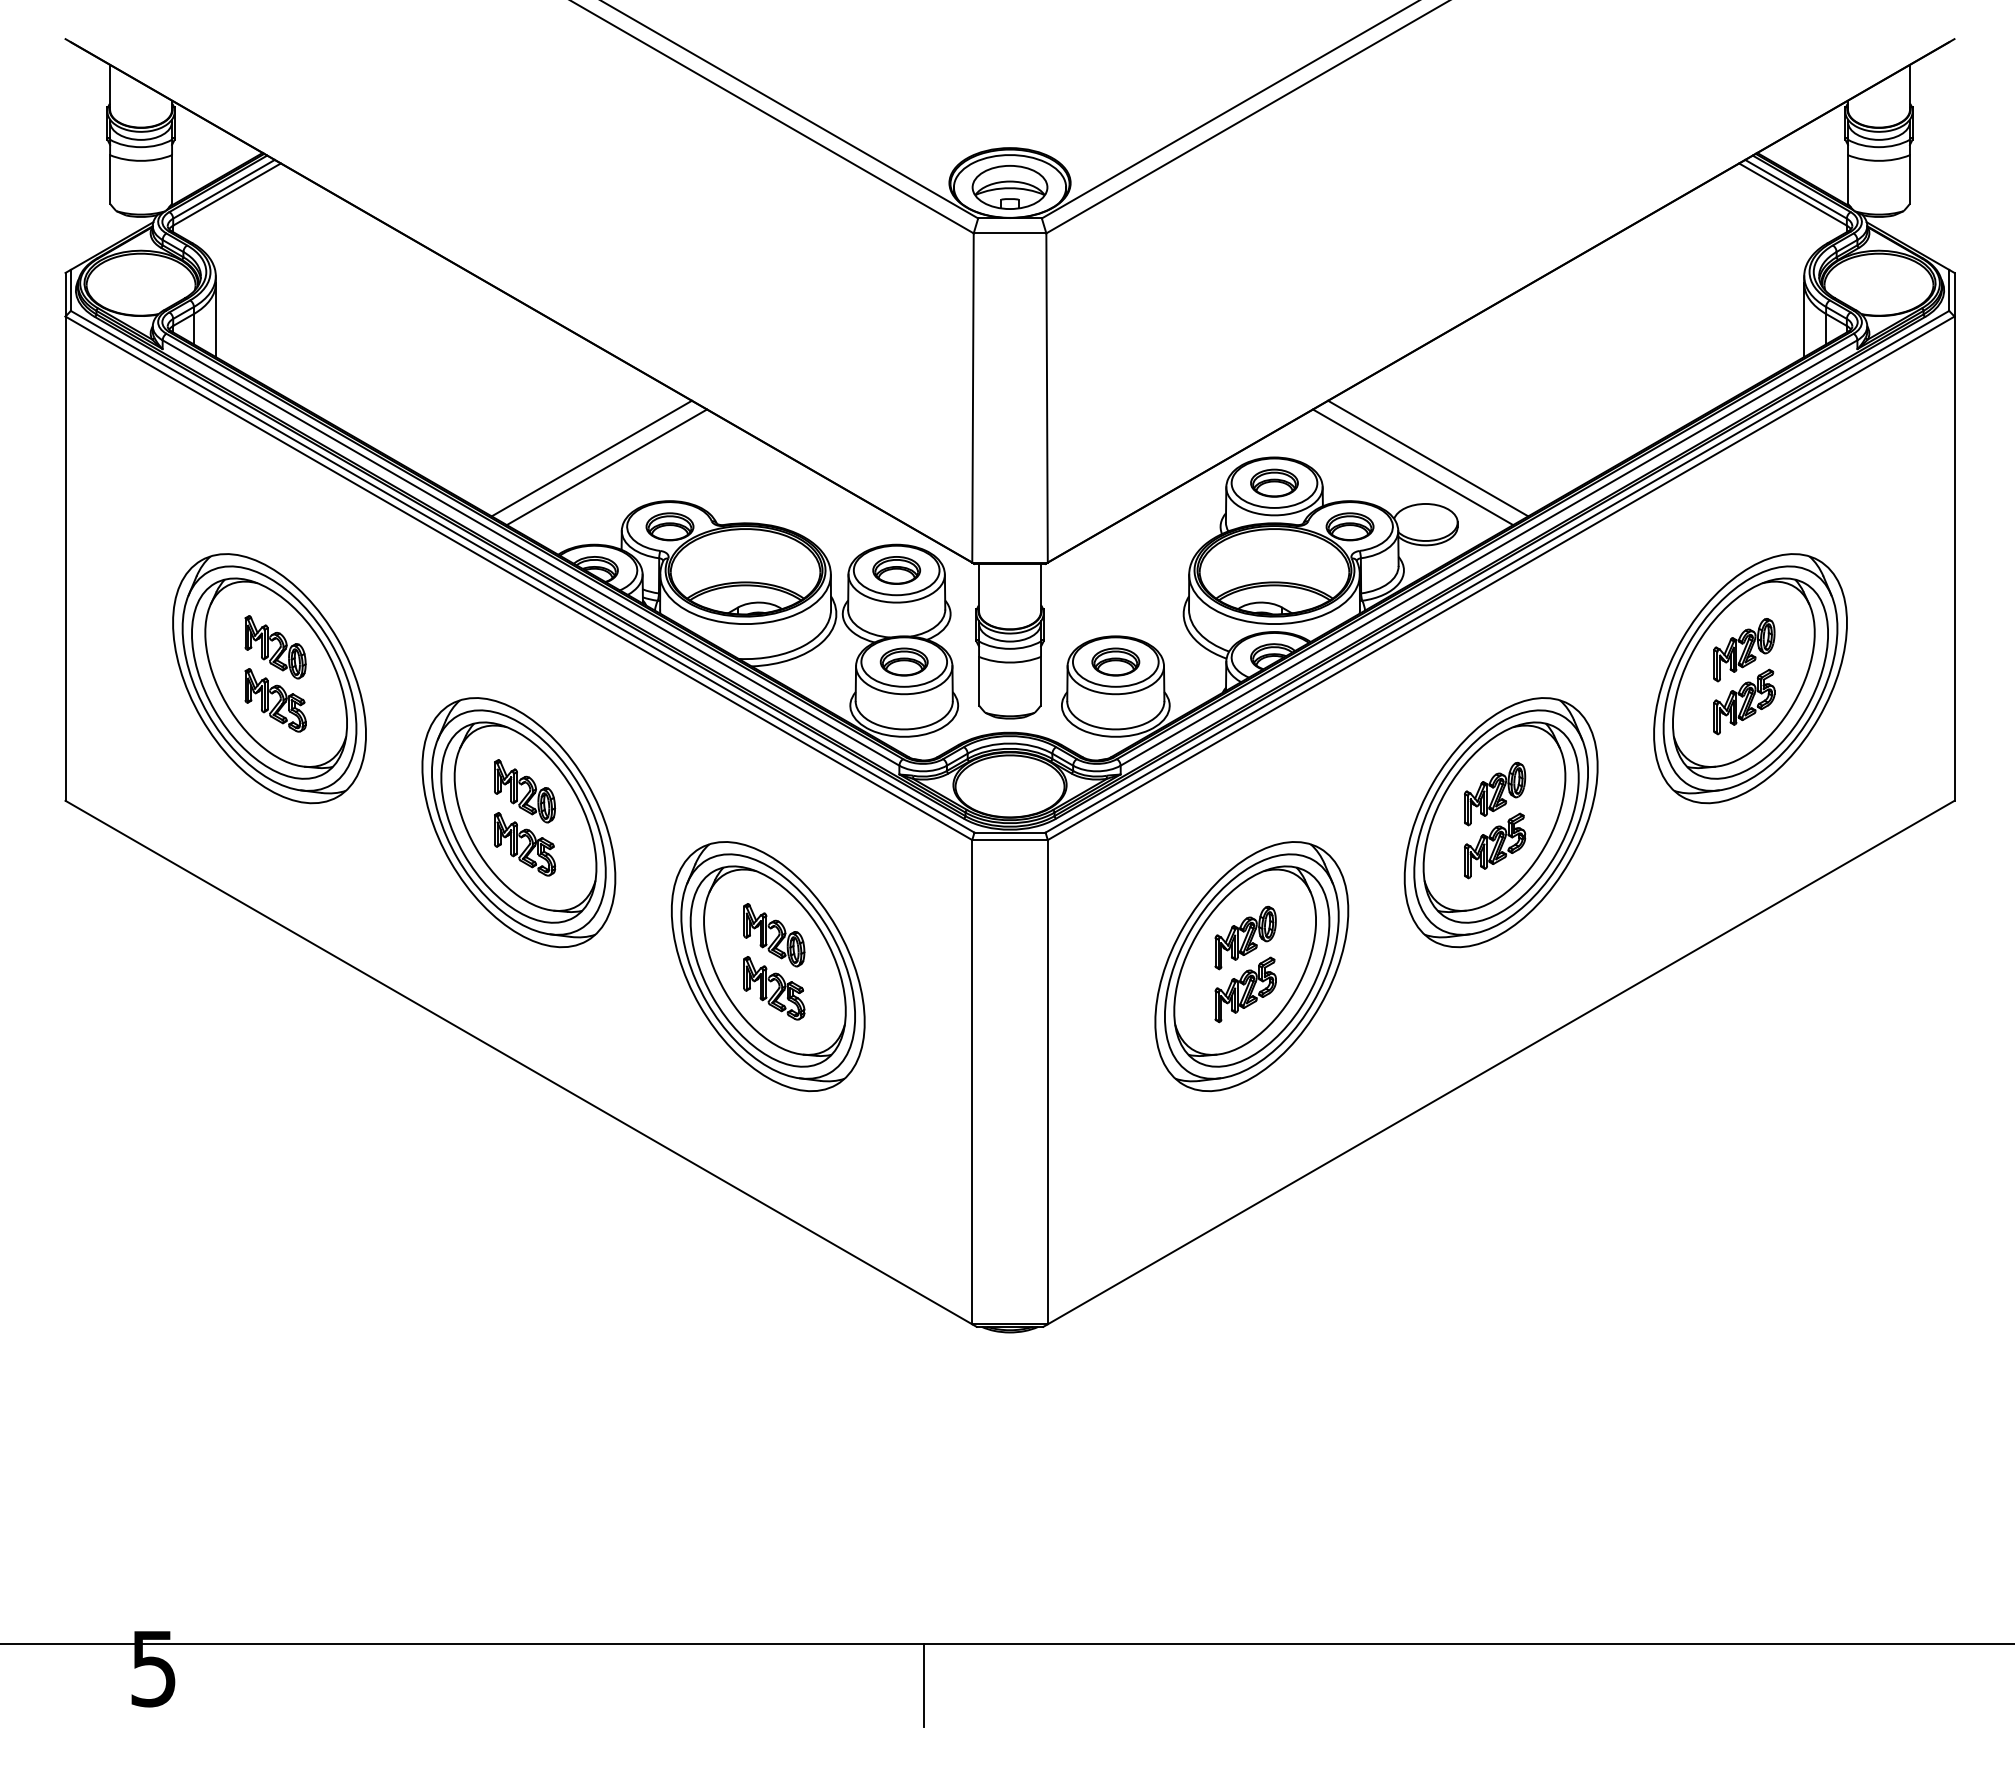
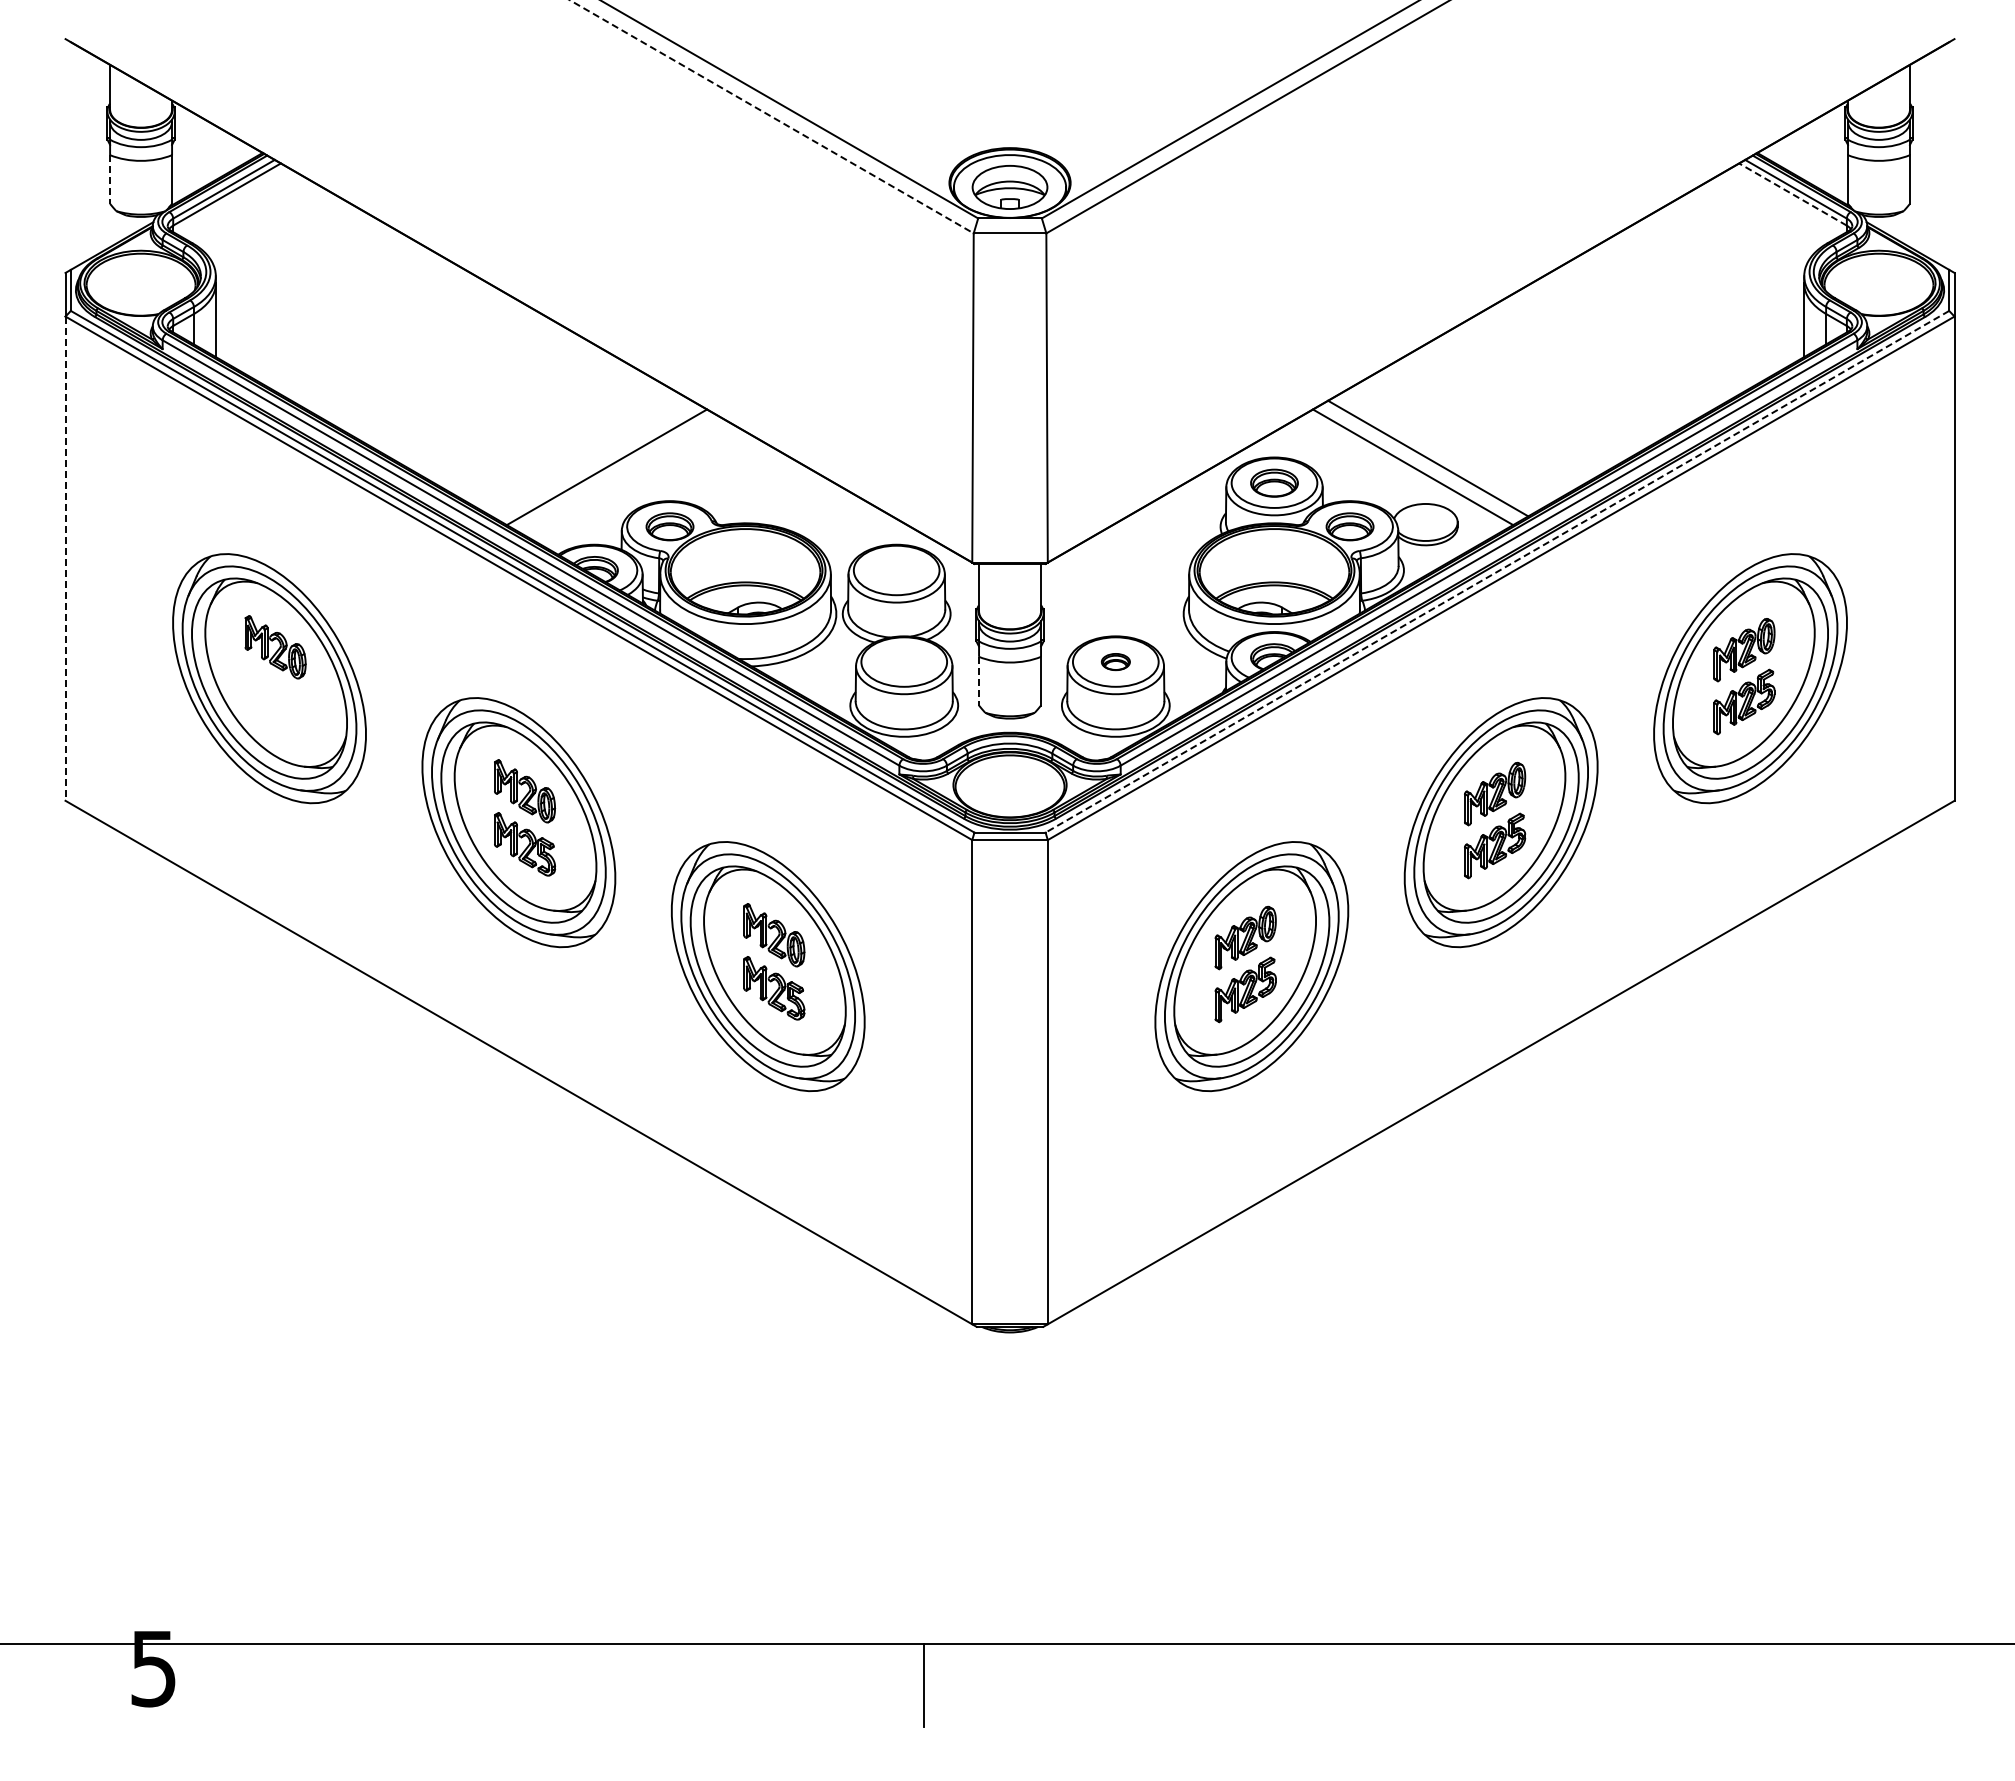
line at (772, 116): solid -> dashed
line at (110, 180): solid -> dashed
line at (1792, 194): solid -> dashed
line at (591, 458): present -> none
line at (65, 559): solid -> dashed
part at (896, 570): present -> none
line at (1497, 571): solid -> dashed
part at (903, 661): present -> none
part at (1115, 661) size: 50x30 px -> 31x19 px
line at (979, 681): solid -> dashed
part at (275, 700): present -> none
